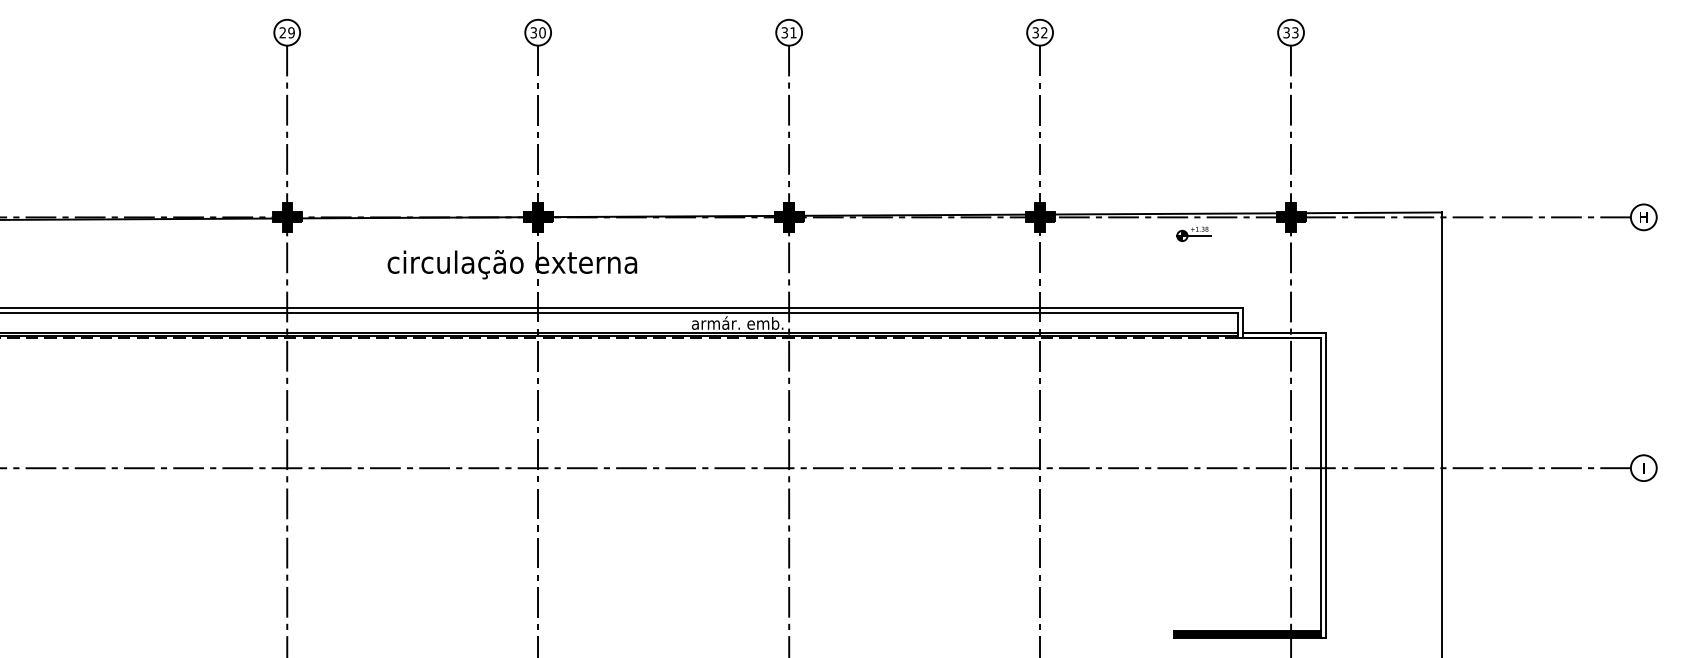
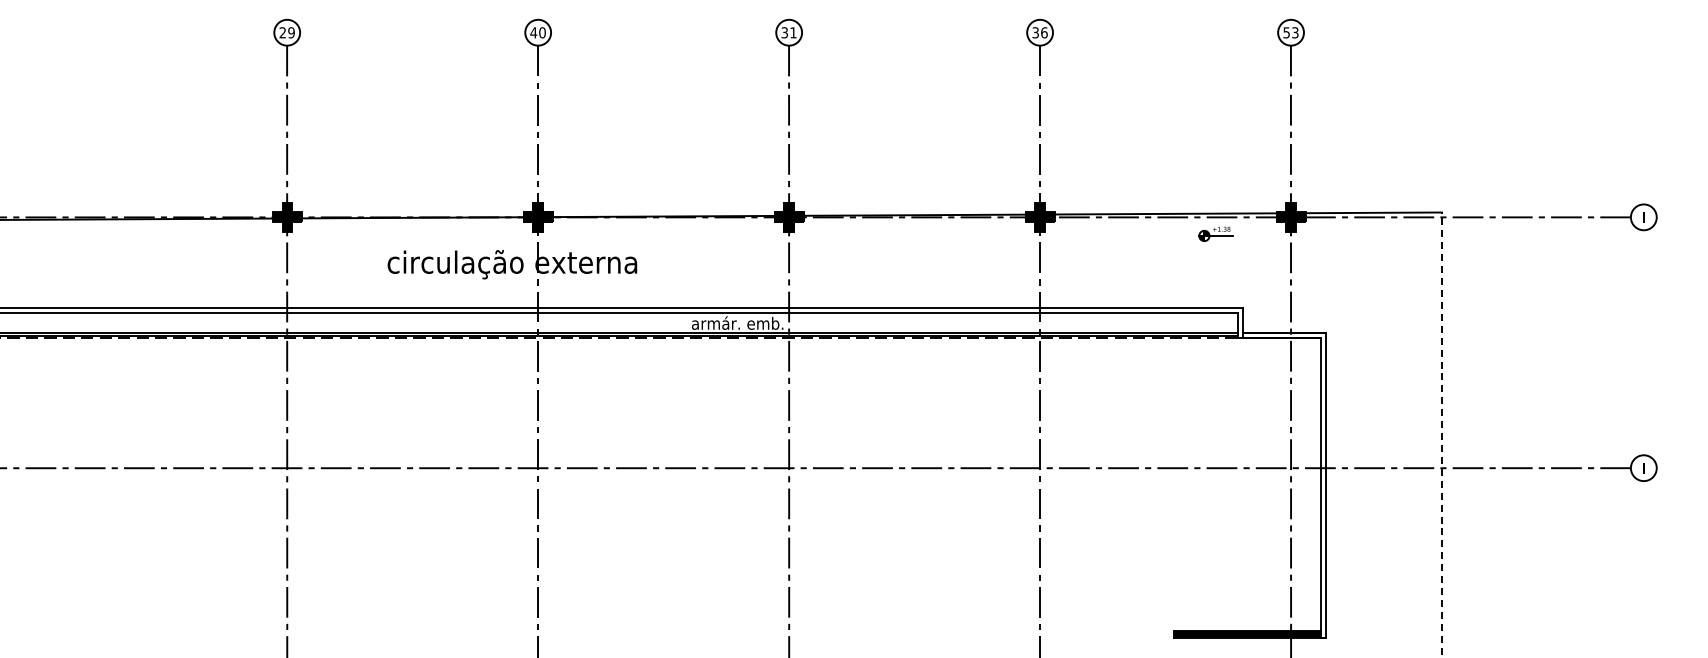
text at (533, 32): 30 -> 40
text at (1044, 32): 32 -> 36
text at (1286, 32): 33 -> 53
text at (1643, 217): H -> I
part at (1193, 233) position: (1193, 233) -> (1215, 233)
line at (1441, 434): solid -> dashed
